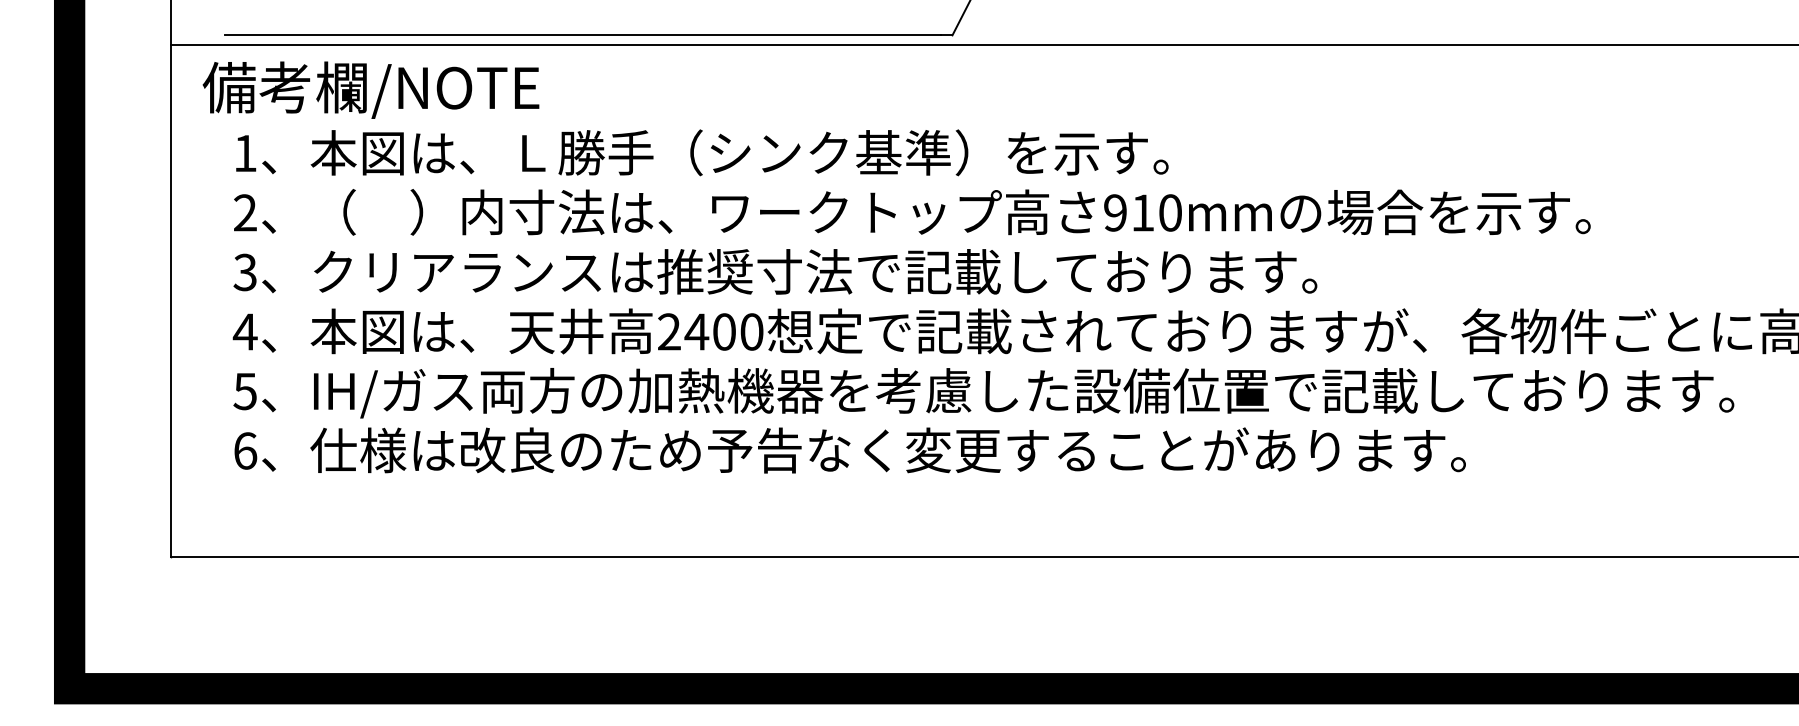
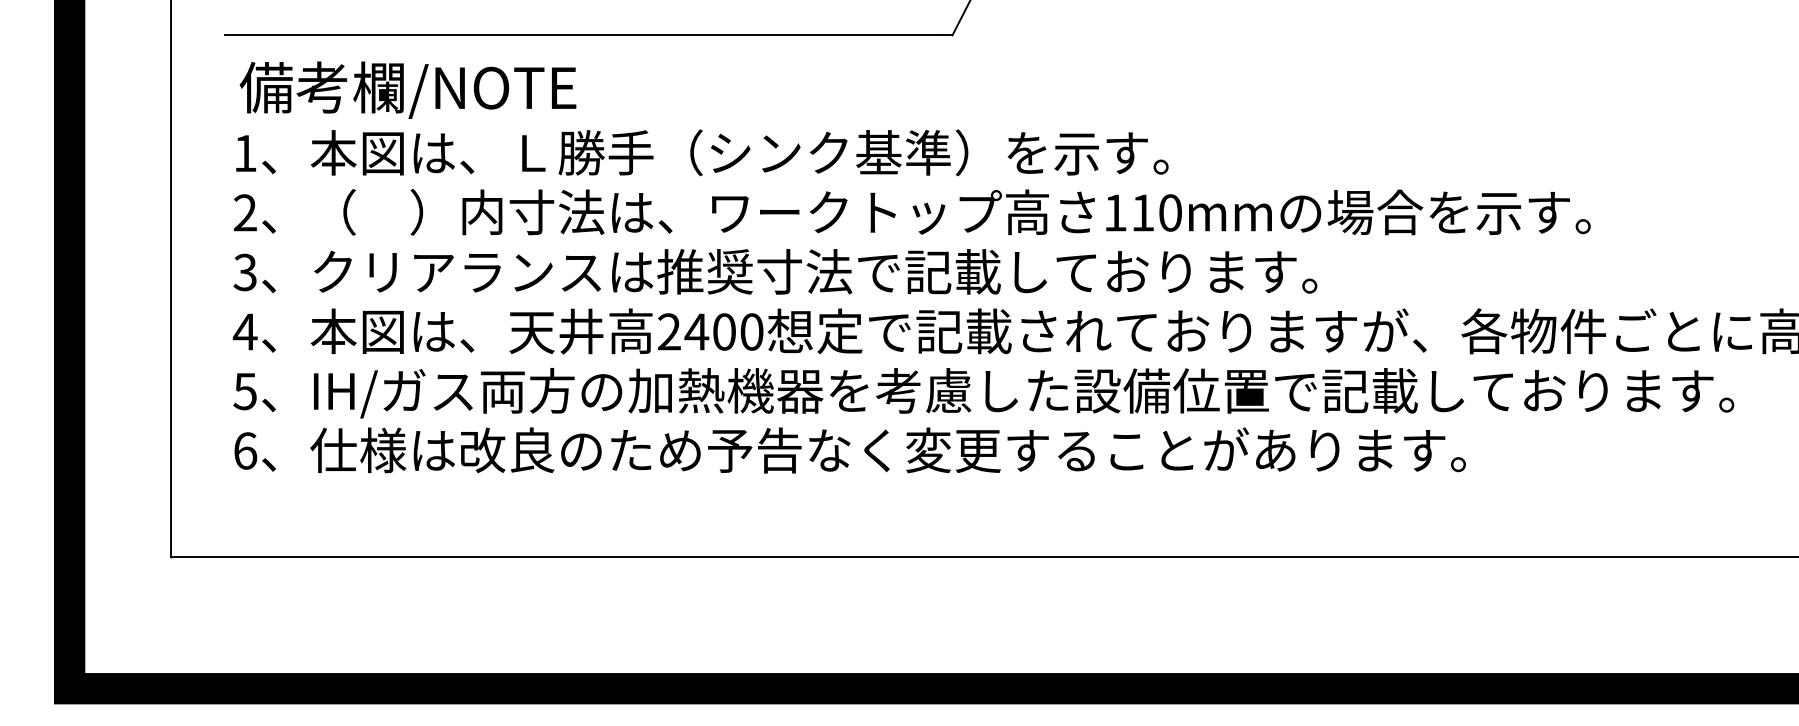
line at (983, 45): present -> none
text at (370, 89) position: (370, 89) -> (407, 89)
text at (1115, 212): 910mm -> 110mm
